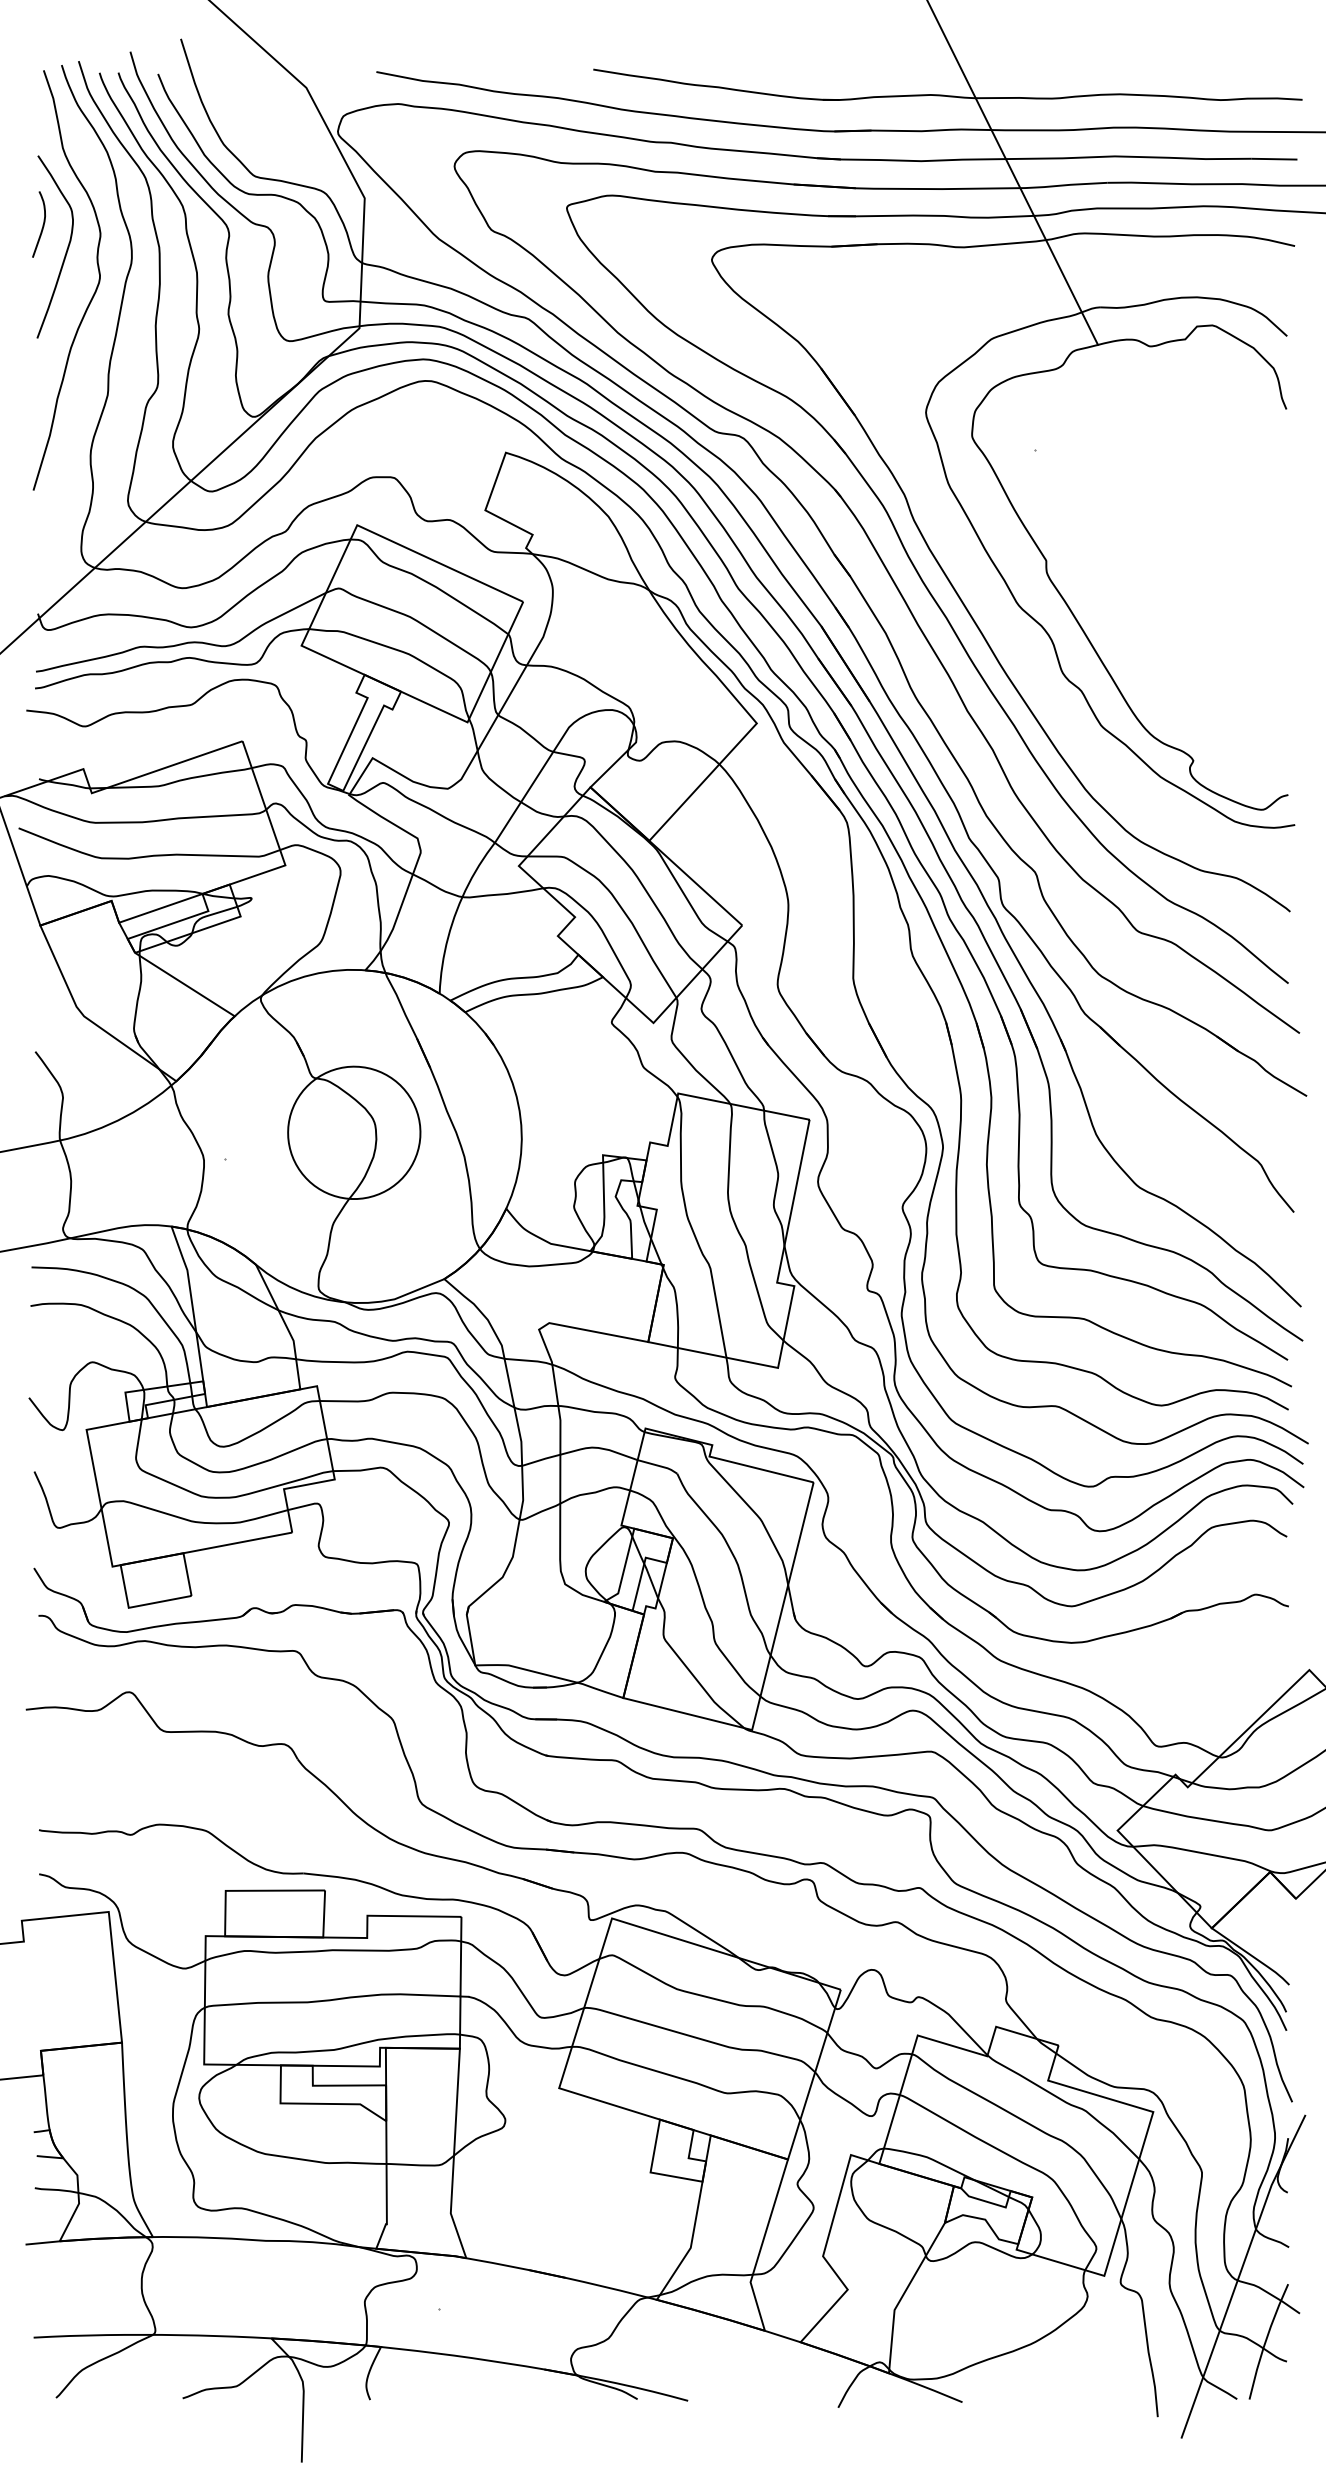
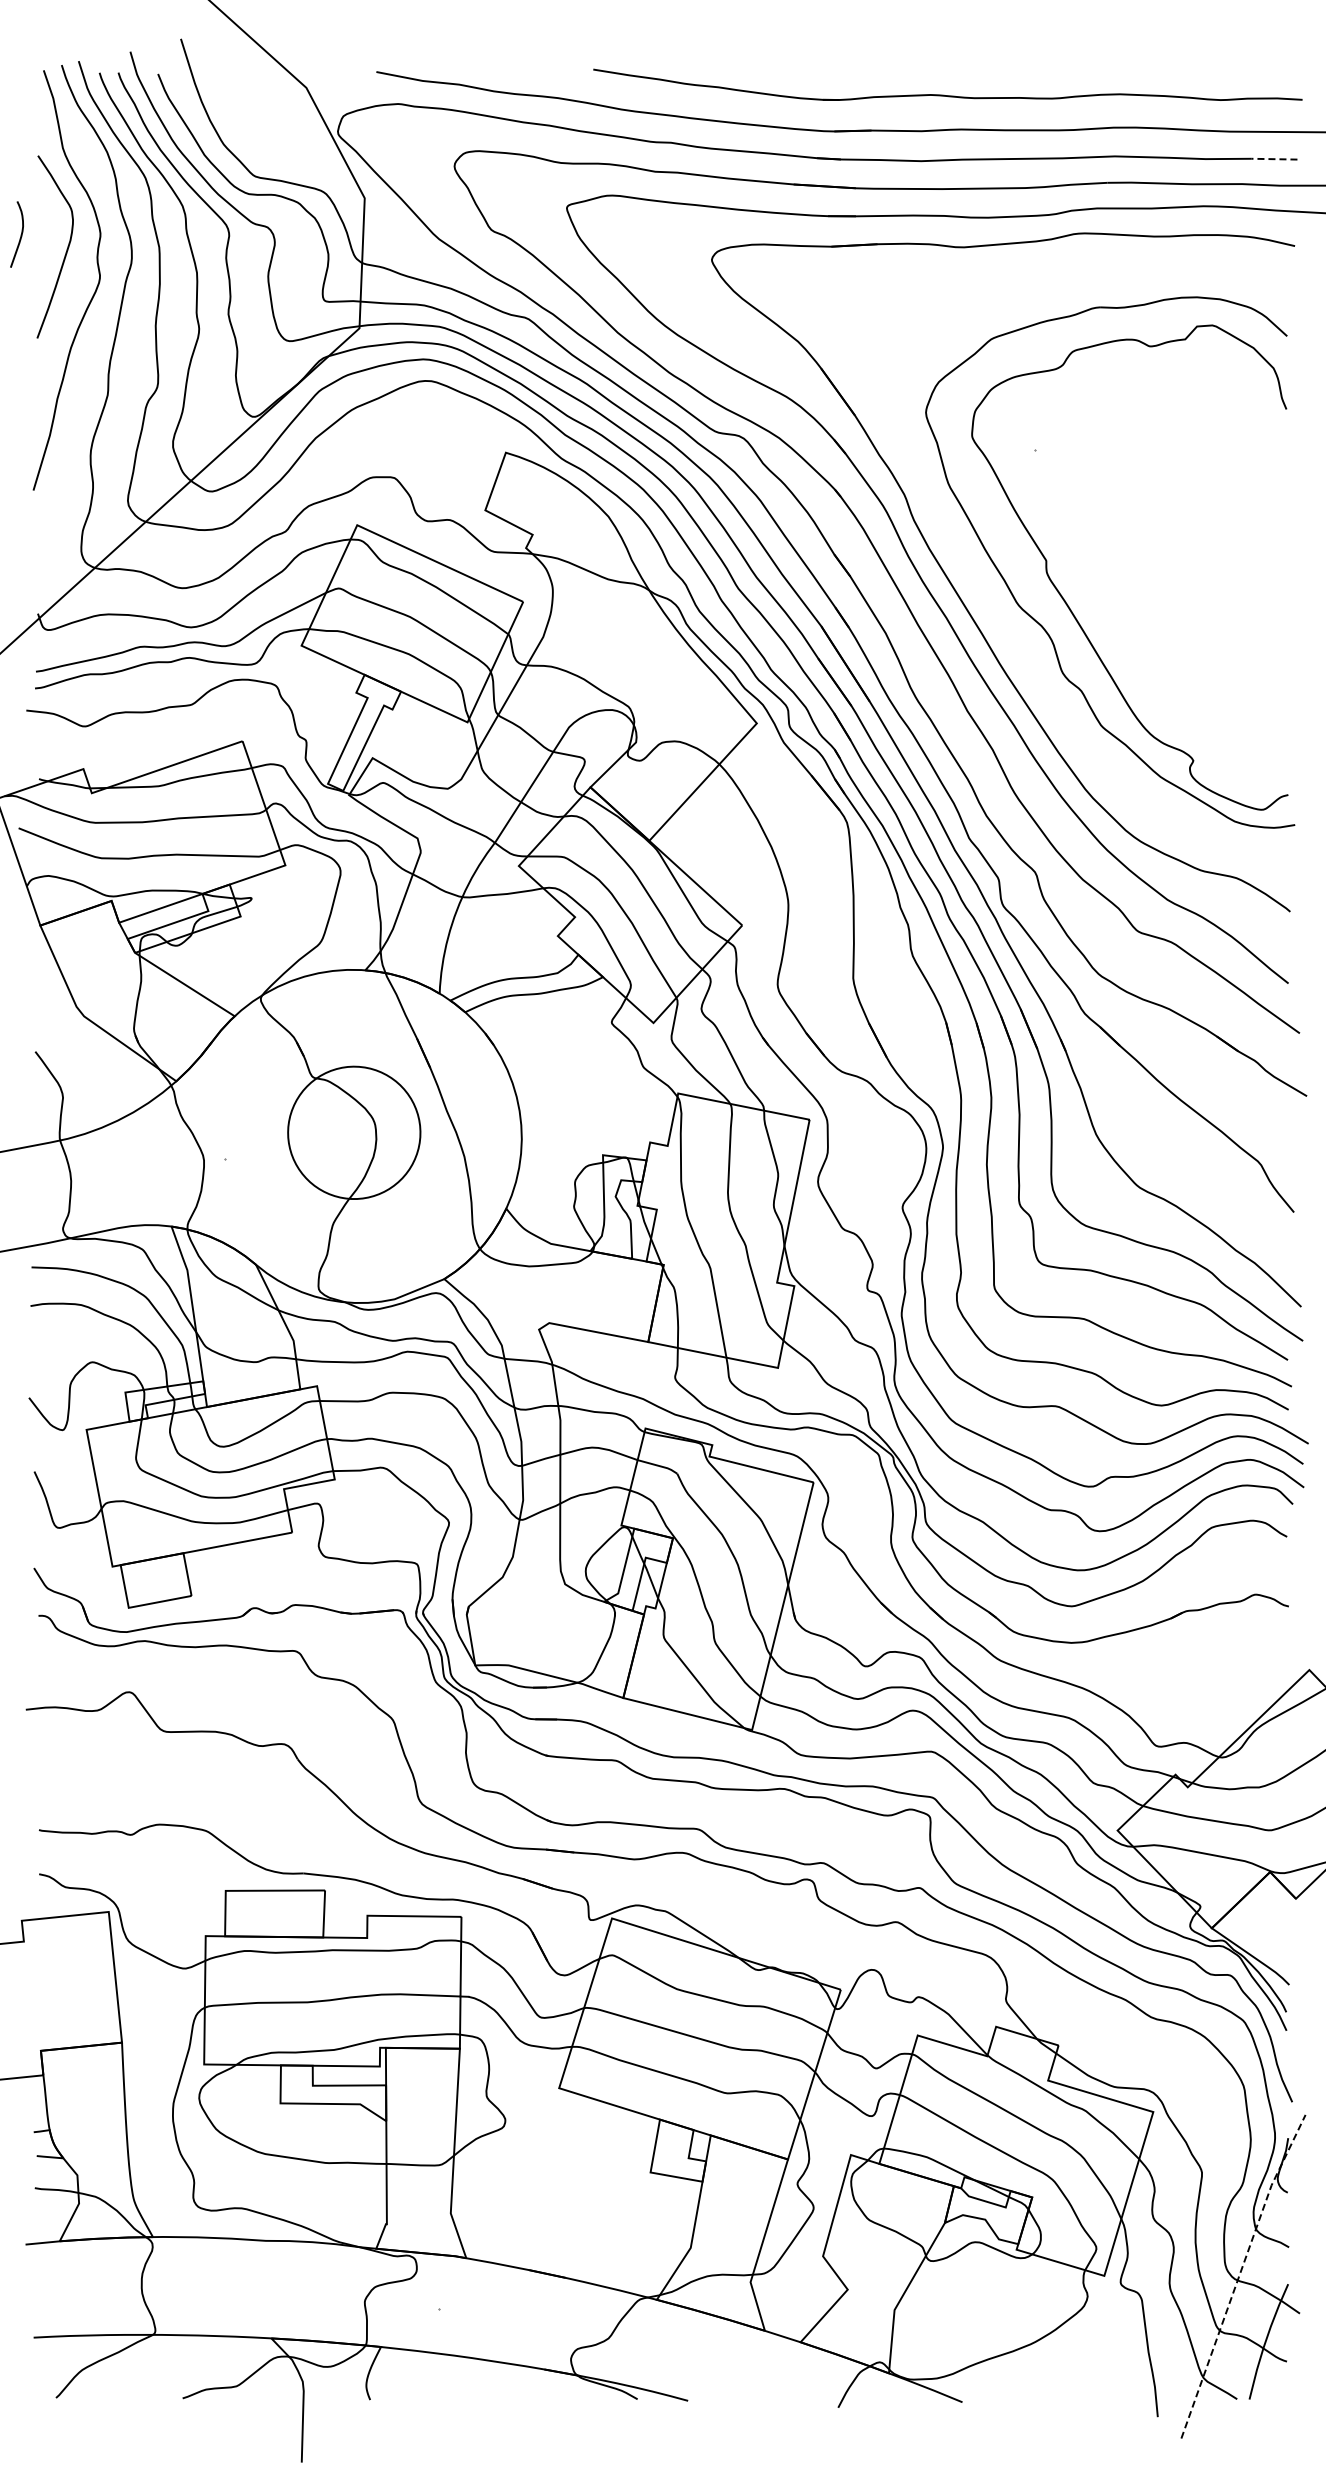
line at (1273, 159): solid -> dashed
line at (1012, 173): present -> none
curve at (42, 224) position: (42, 224) -> (20, 234)
line at (1240, 2273): solid -> dashed
